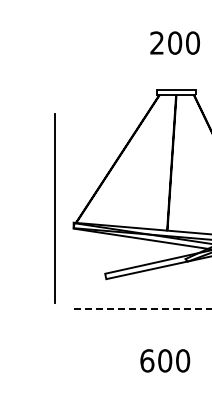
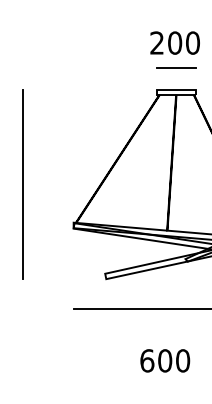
line at (176, 68): none -> present
line at (54, 208) position: (54, 208) -> (22, 184)
line at (142, 309): dashed -> solid
